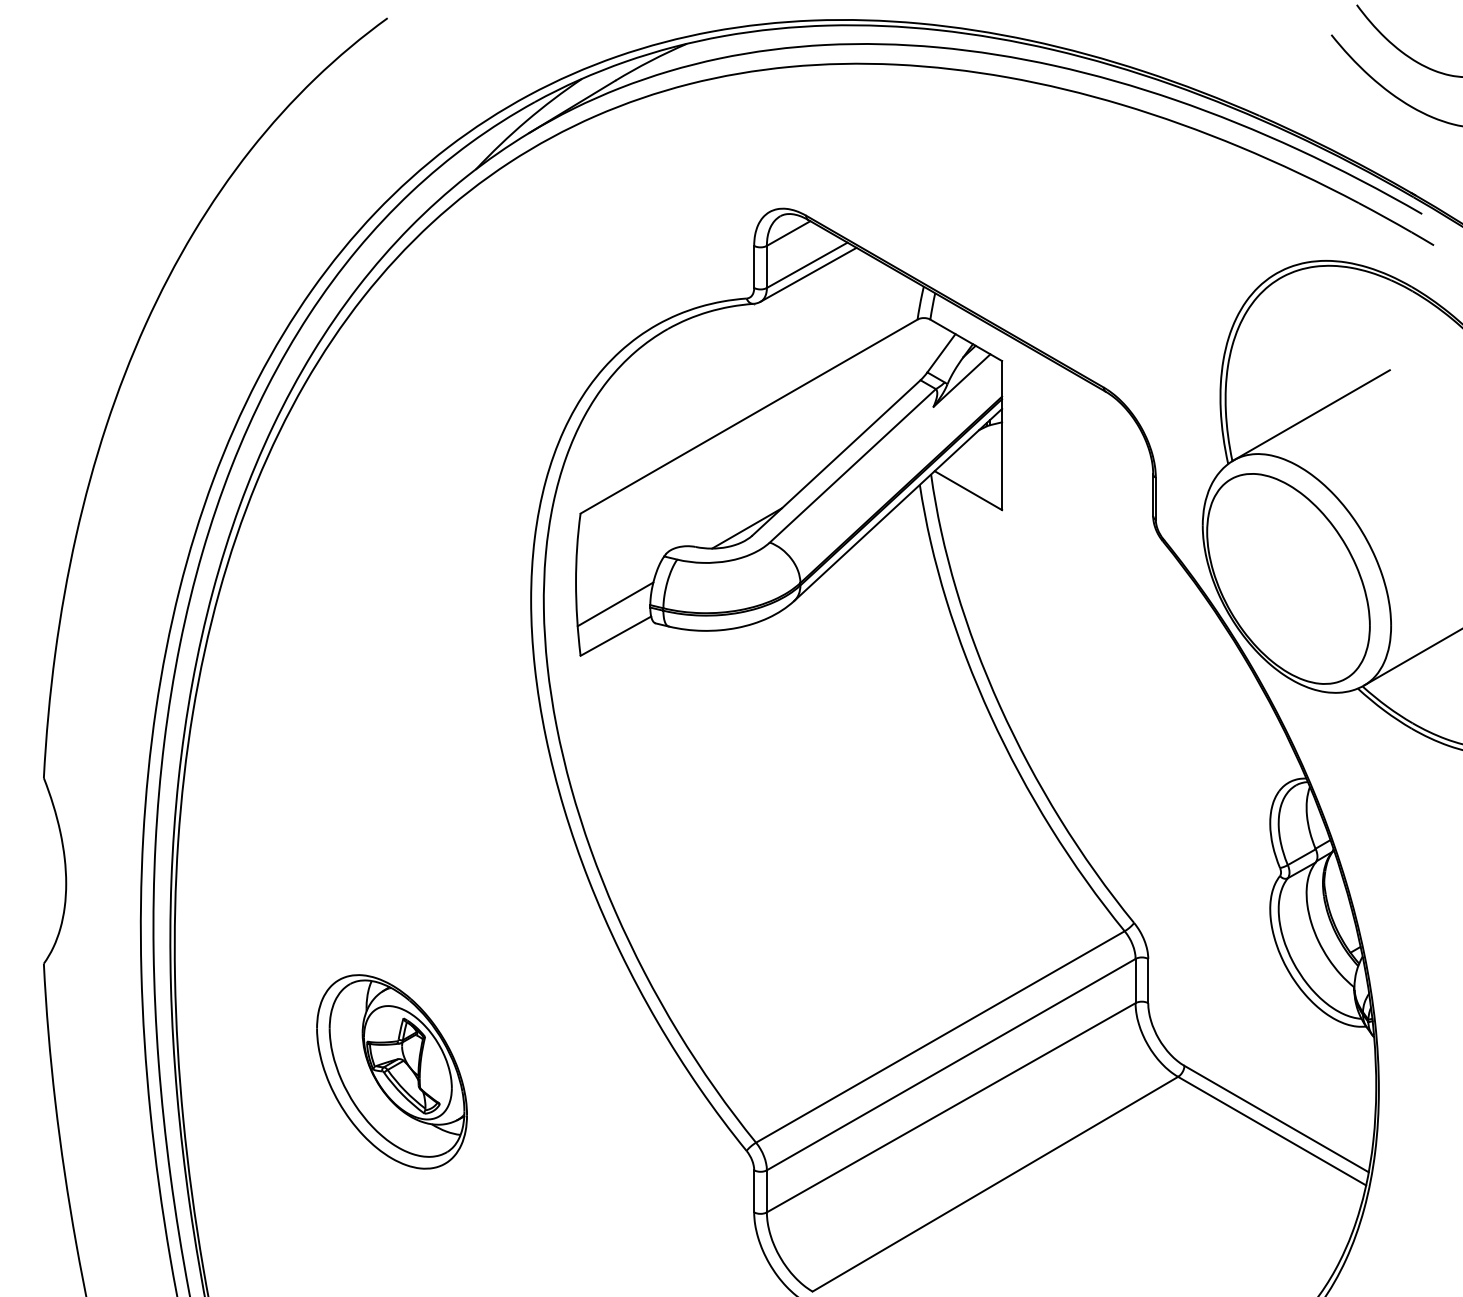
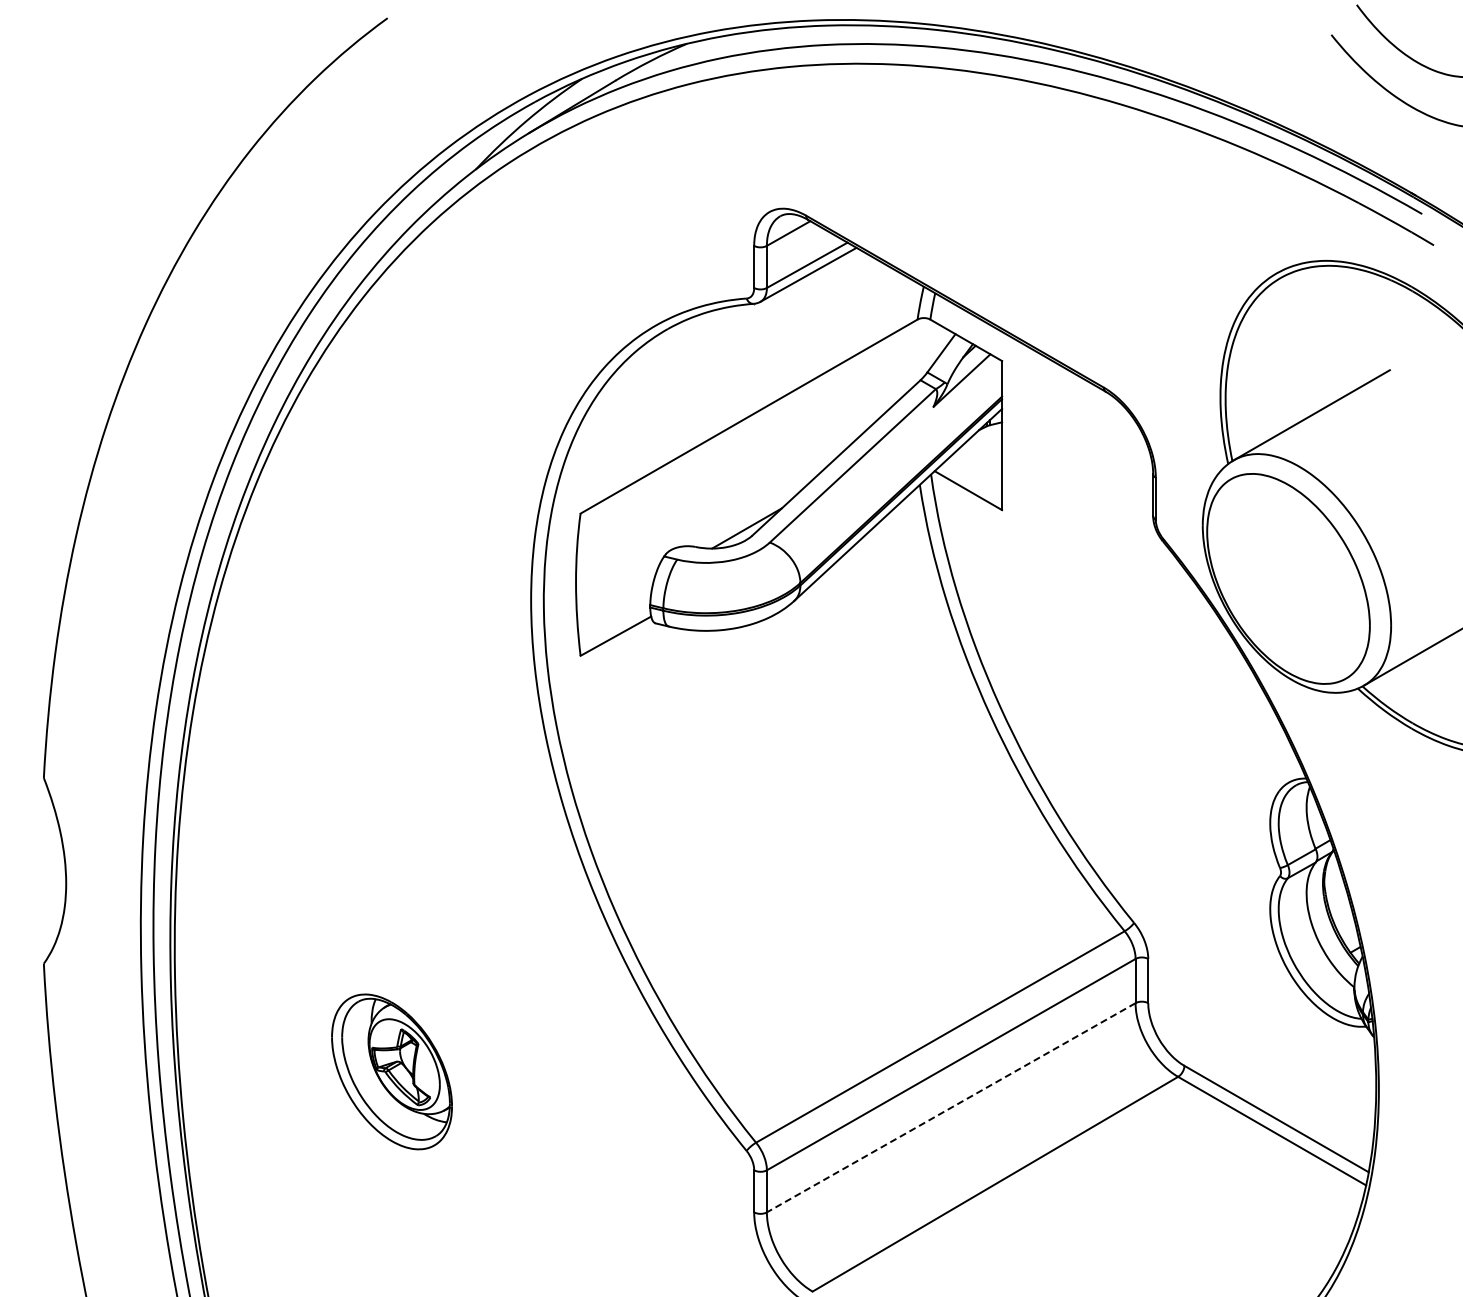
line at (615, 604): present -> none
part at (391, 1071) size: 152x196 px -> 122x158 px
line at (951, 1107): solid -> dashed
